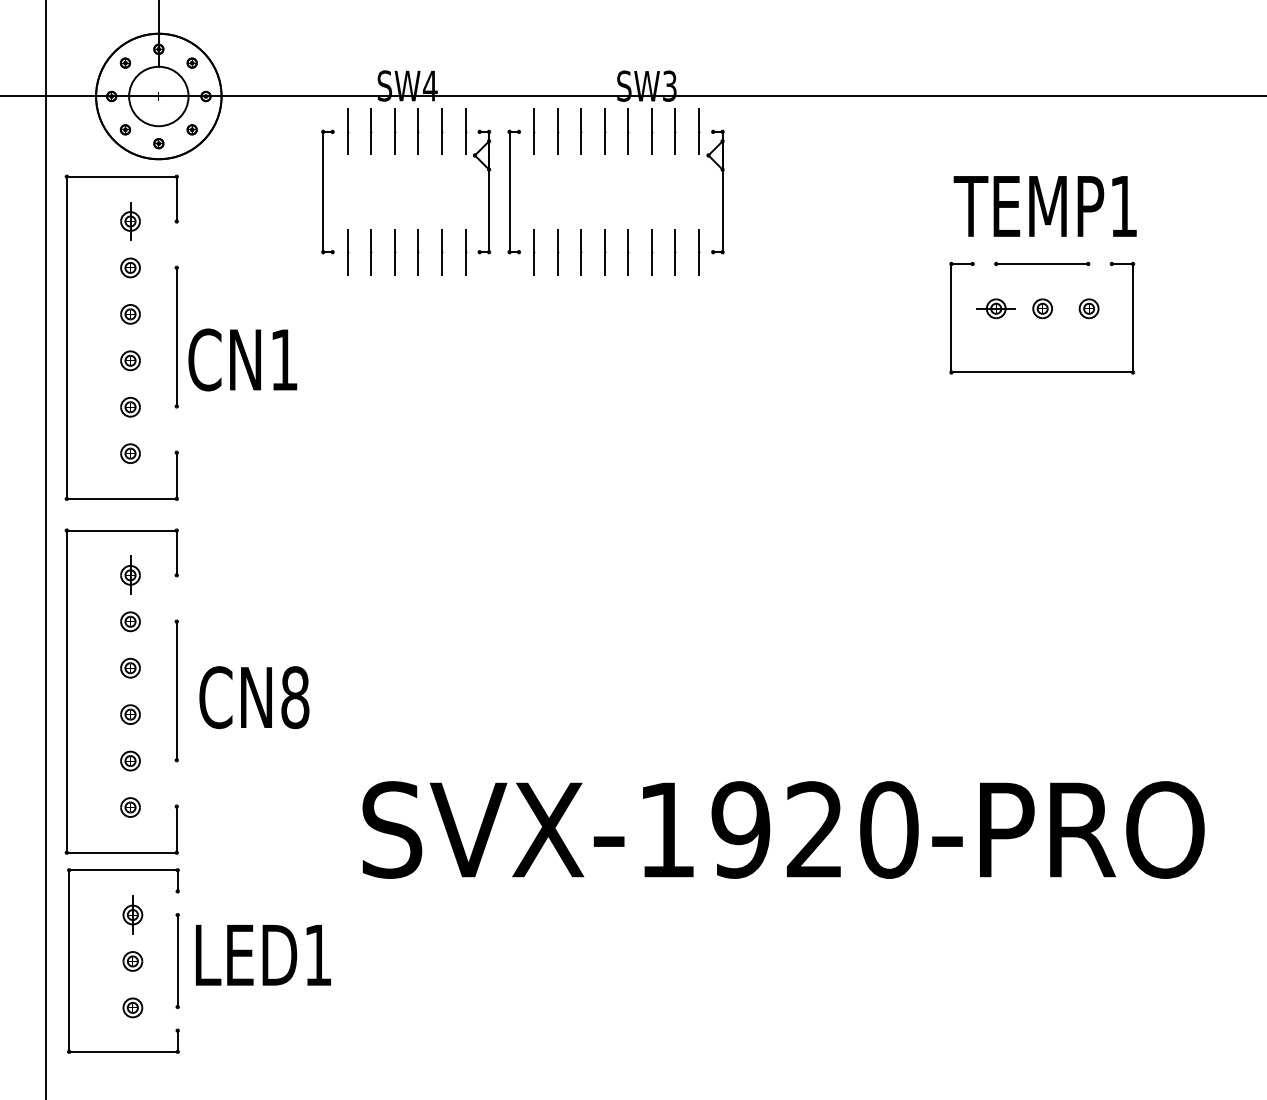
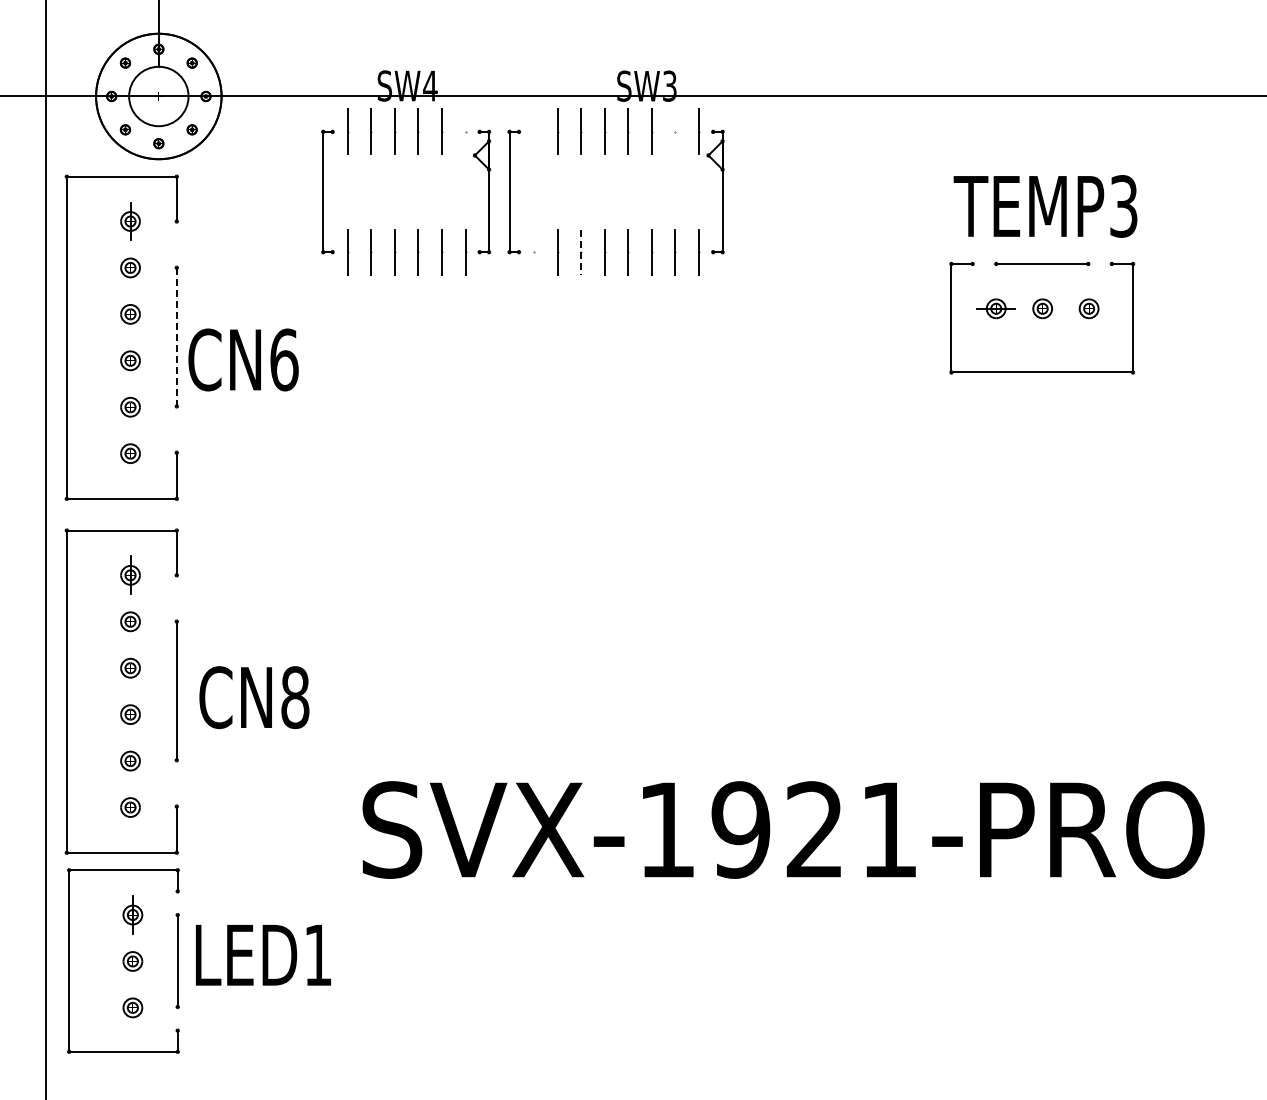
line at (465, 131): present -> none
line at (534, 131): present -> none
line at (675, 131): present -> none
text at (1123, 206): TEMP1 -> TEMP3
line at (533, 251): present -> none
line at (581, 252): solid -> dashed
line at (176, 337): solid -> dashed
text at (284, 359): CN1 -> CN6
text at (889, 829): SVX-1920-PRO -> SVX-1921-PRO
